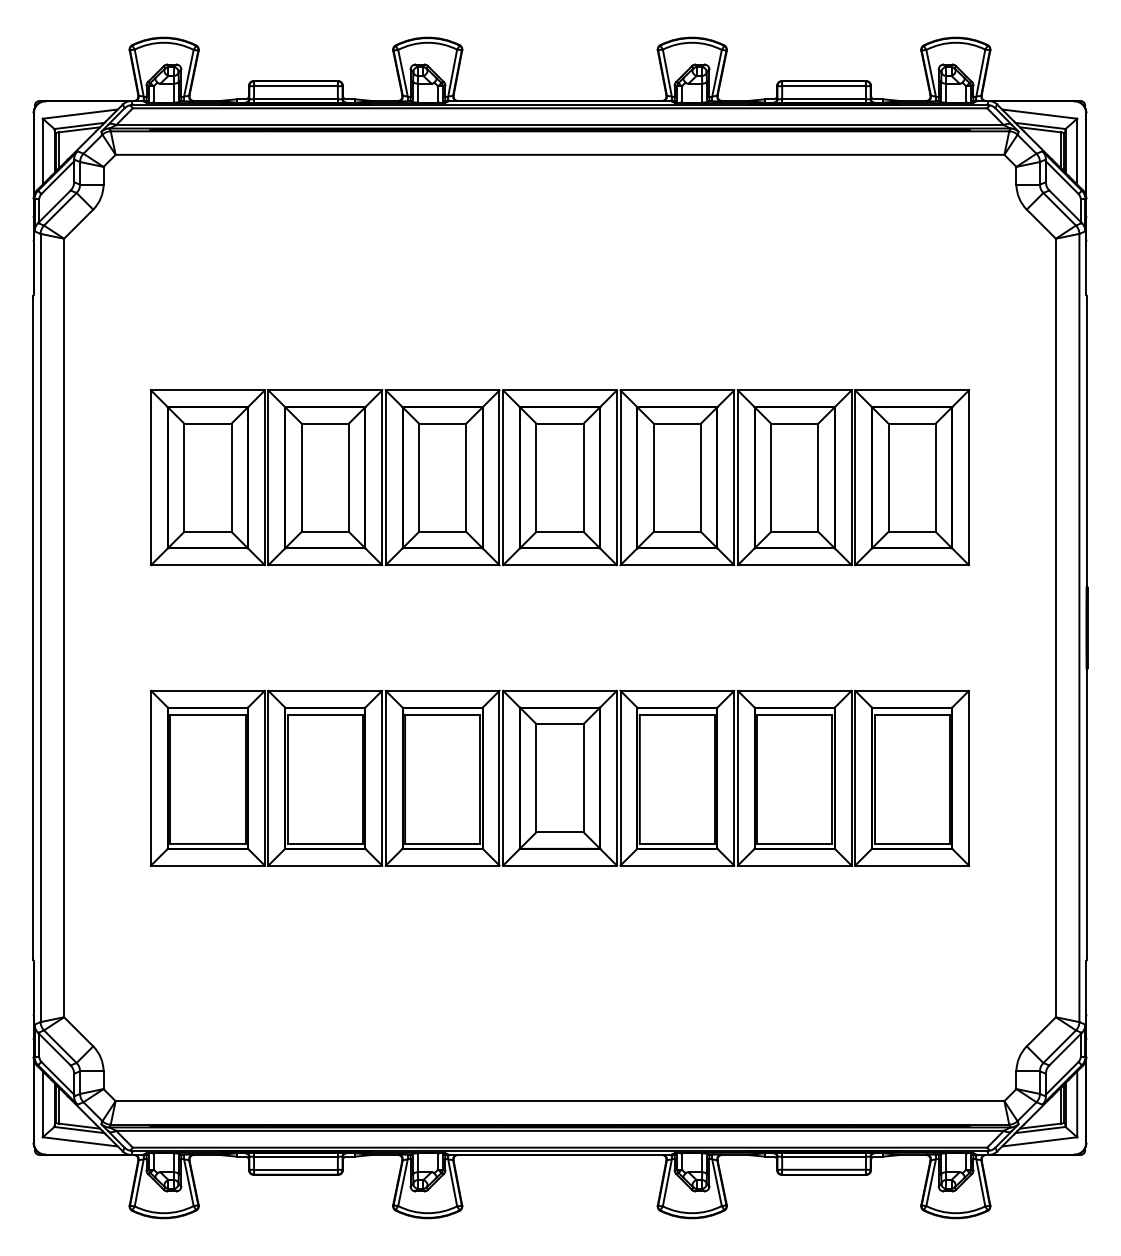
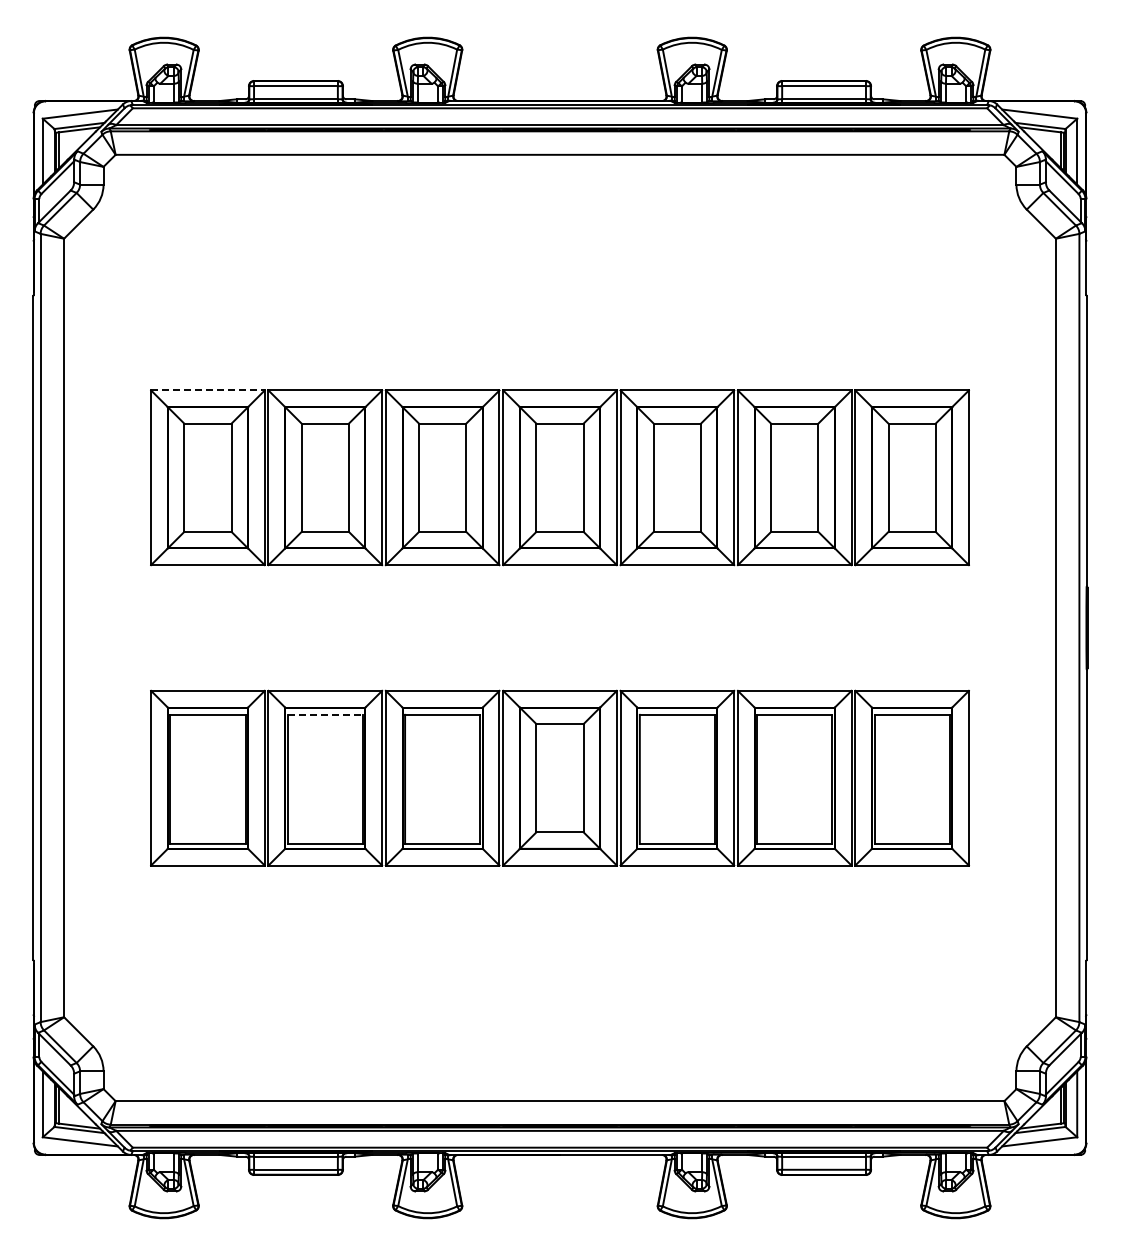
line at (207, 390): solid -> dashed
line at (325, 714): solid -> dashed
